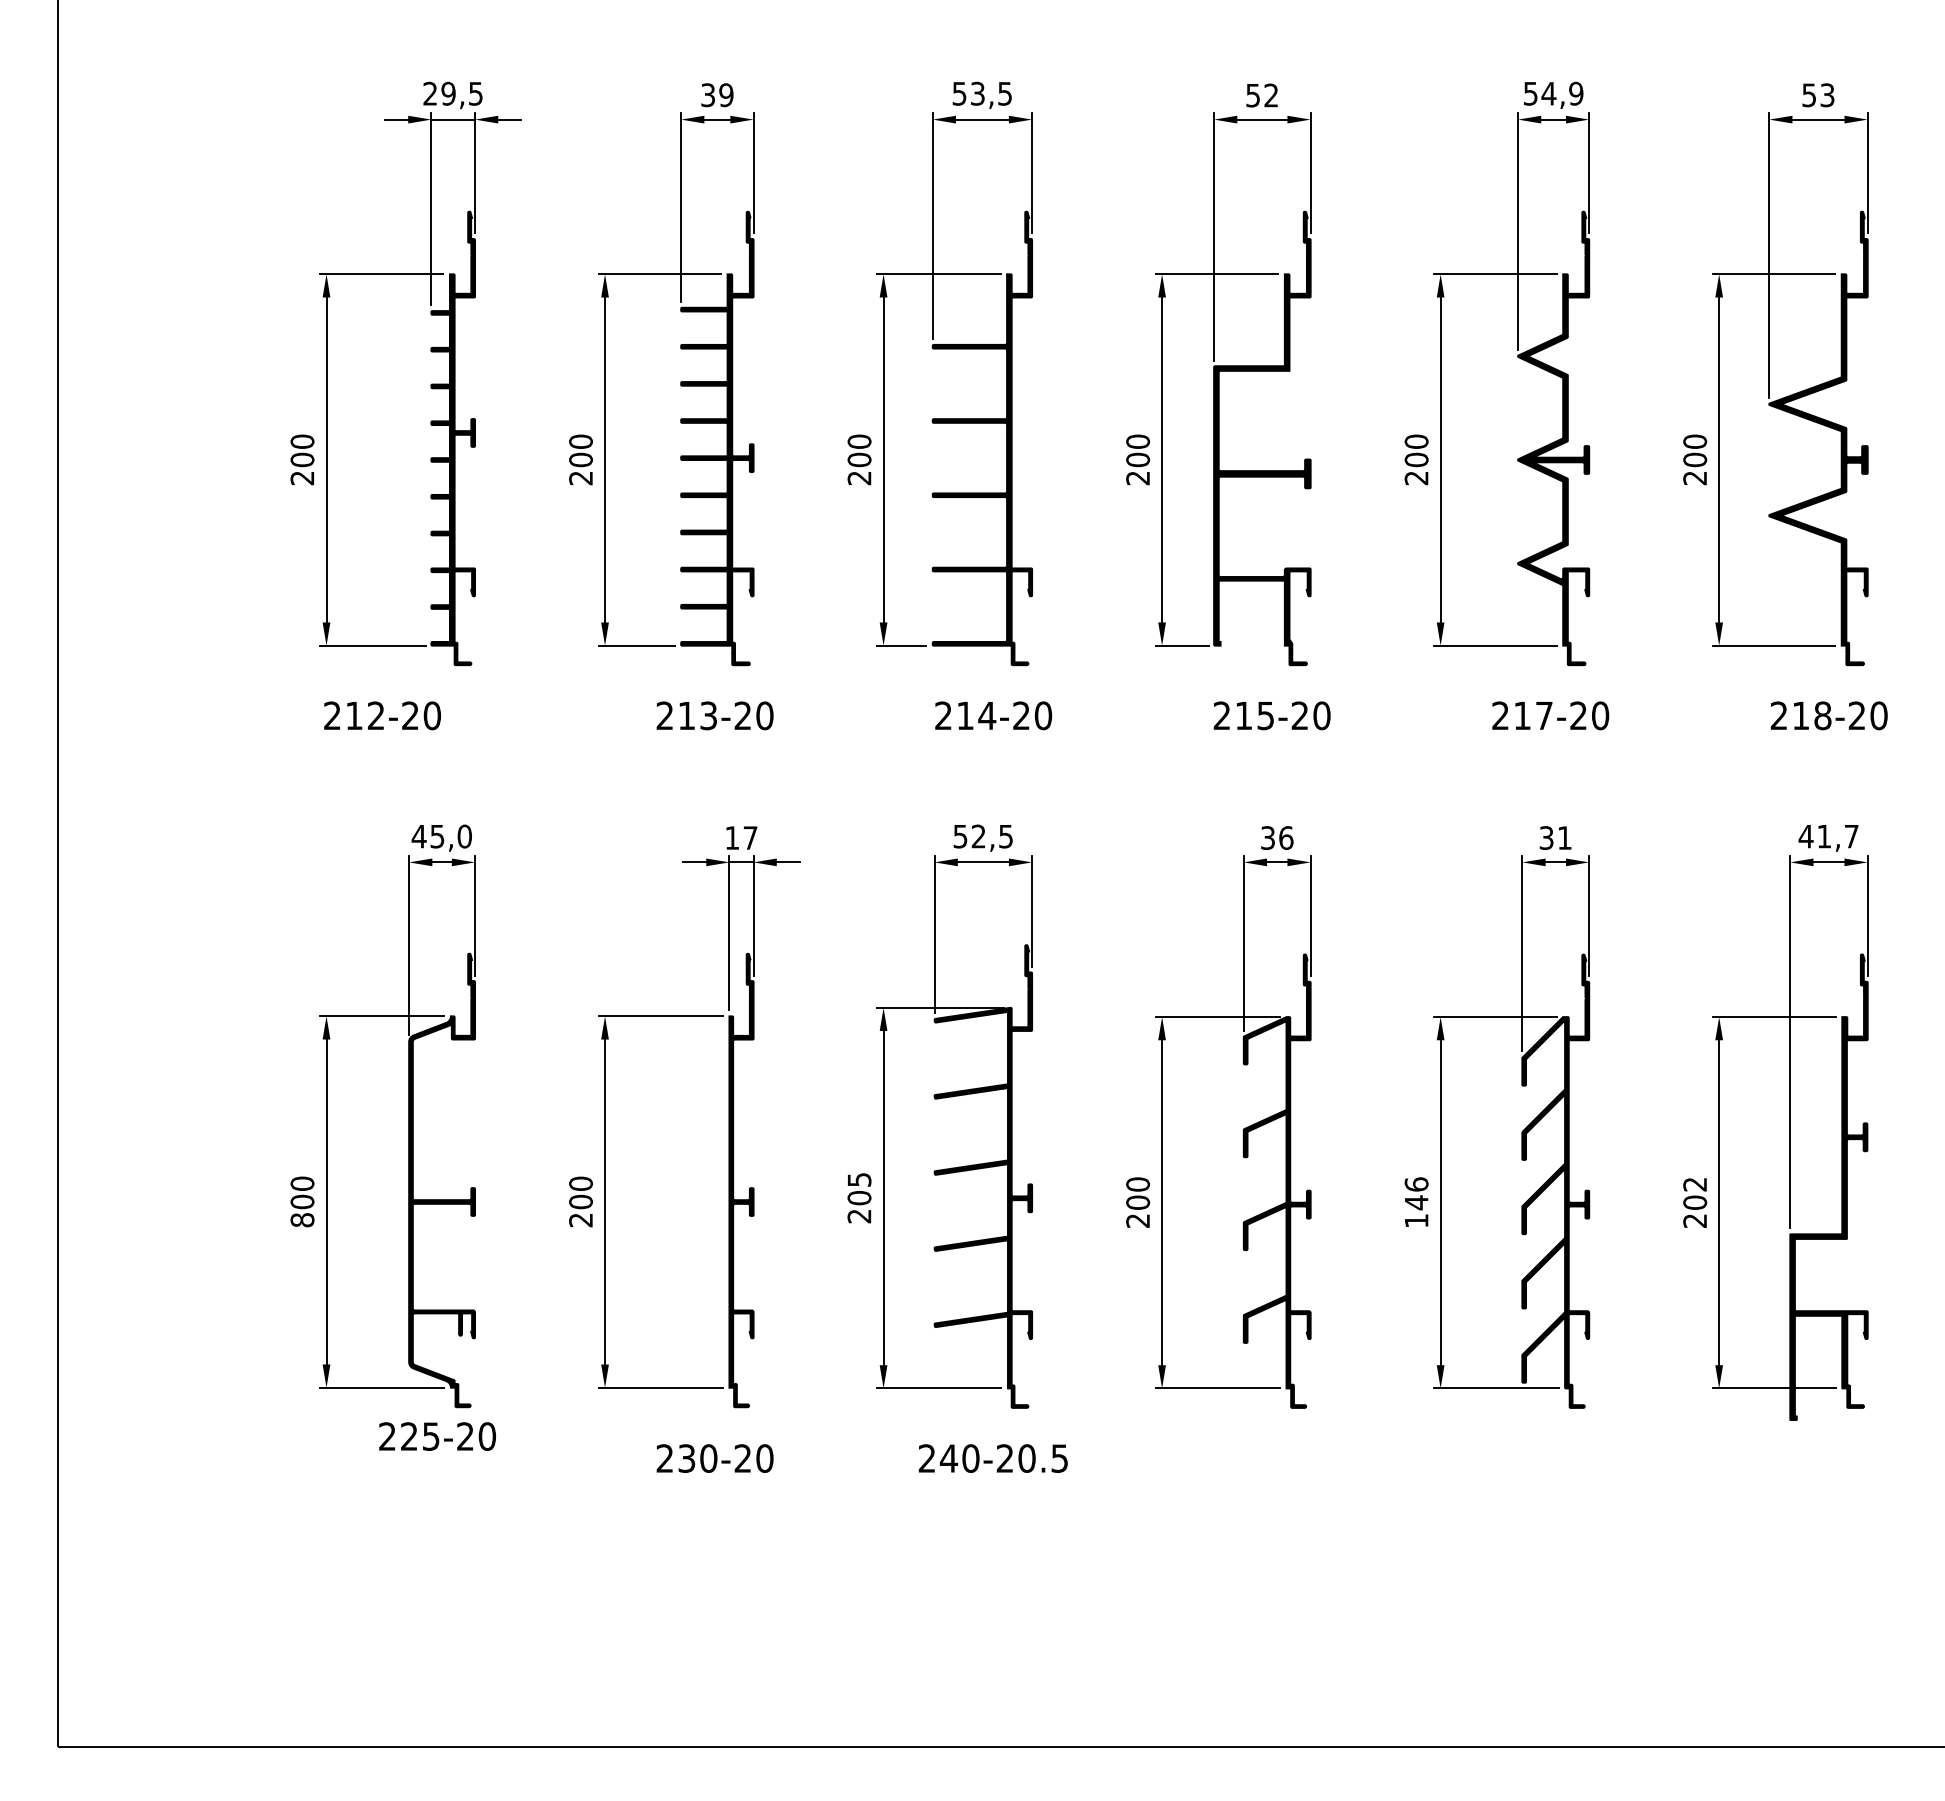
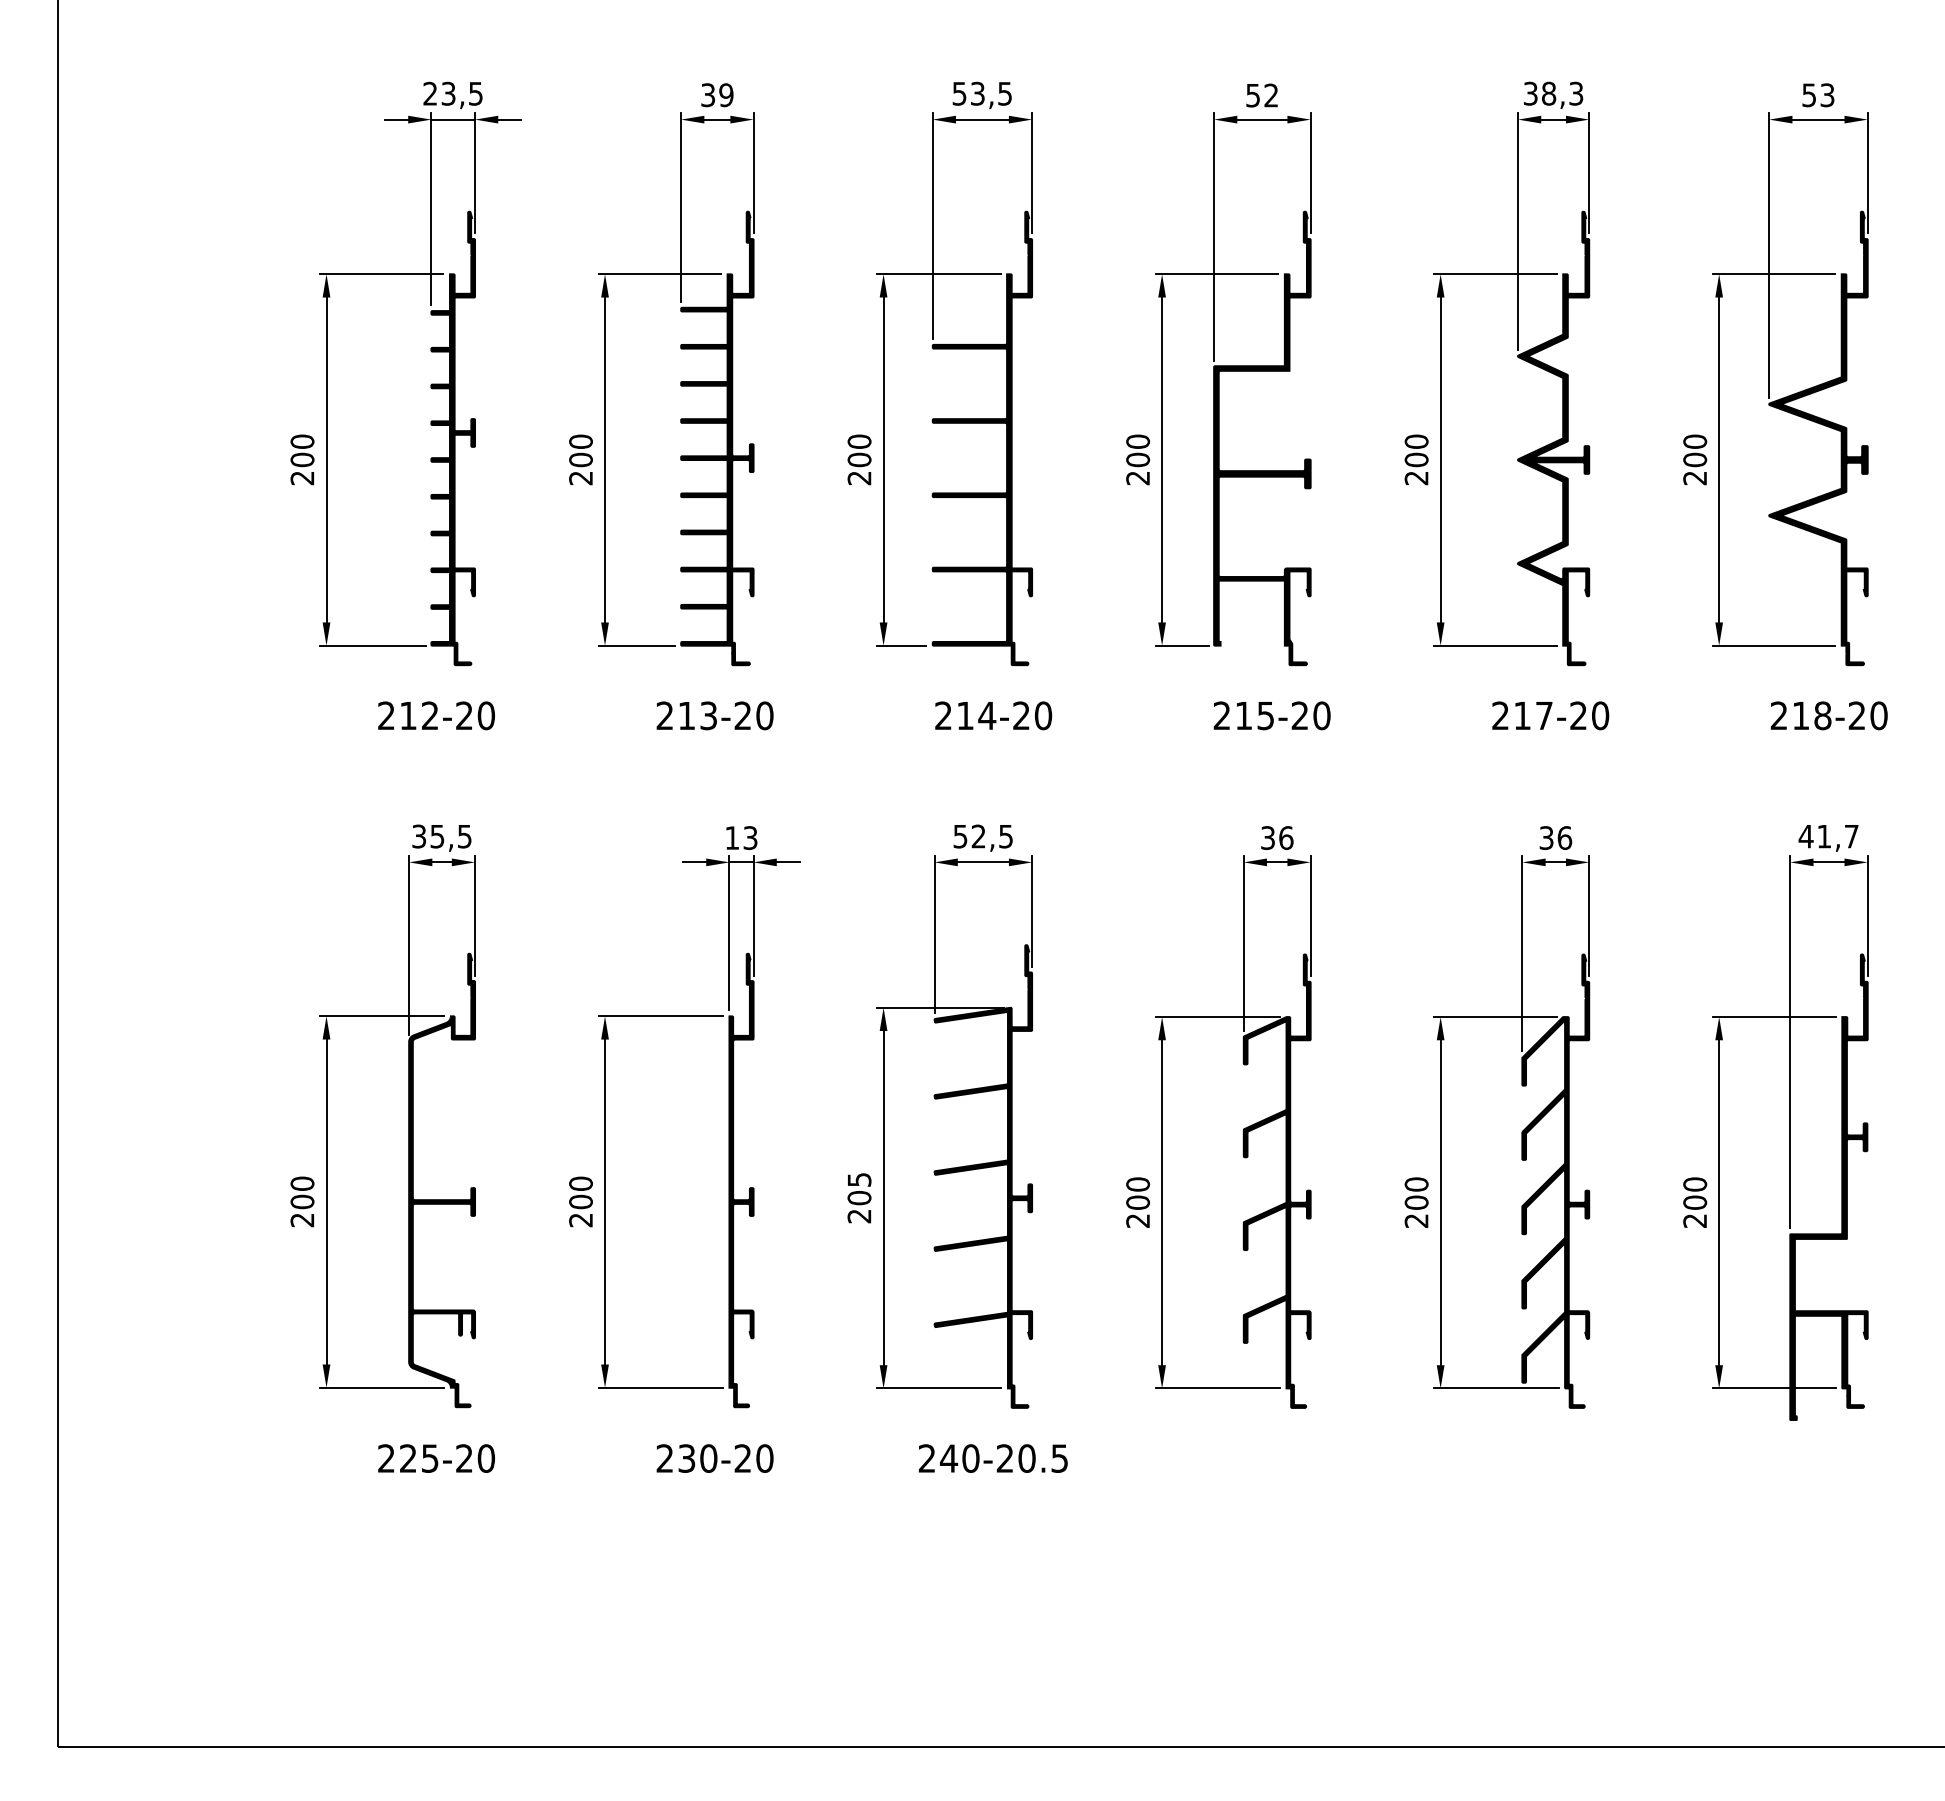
text at (448, 93): 29,5 -> 23,5
text at (1553, 93): 54,9 -> 38,3
text at (382, 715) position: (382, 715) -> (436, 715)
text at (441, 836): 45,0 -> 35,5
text at (1564, 837): 31 -> 36
text at (750, 838): 17 -> 13
text at (1695, 1184): 202 -> 200
text at (1416, 1202): 146 -> 200
text at (302, 1220): 800 -> 200
text at (437, 1436) position: (437, 1436) -> (436, 1458)
